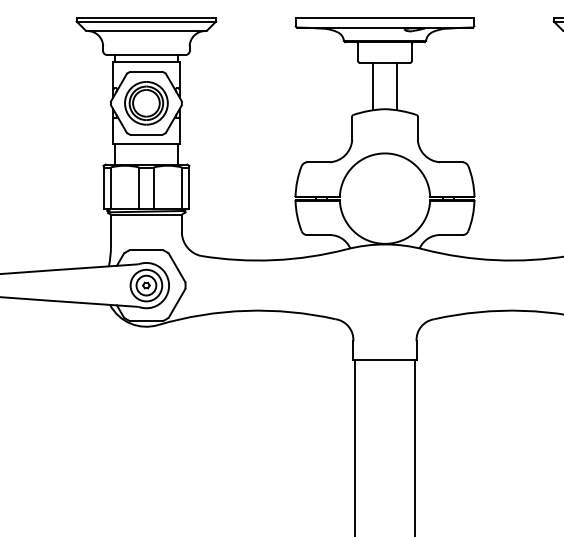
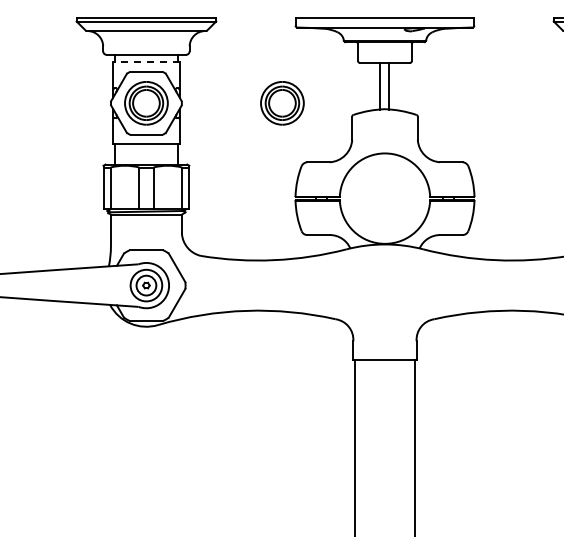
line at (145, 62): solid -> dashed
line at (372, 86) position: (372, 86) -> (379, 86)
line at (397, 86) position: (397, 86) -> (389, 86)
part at (282, 103): none -> present
